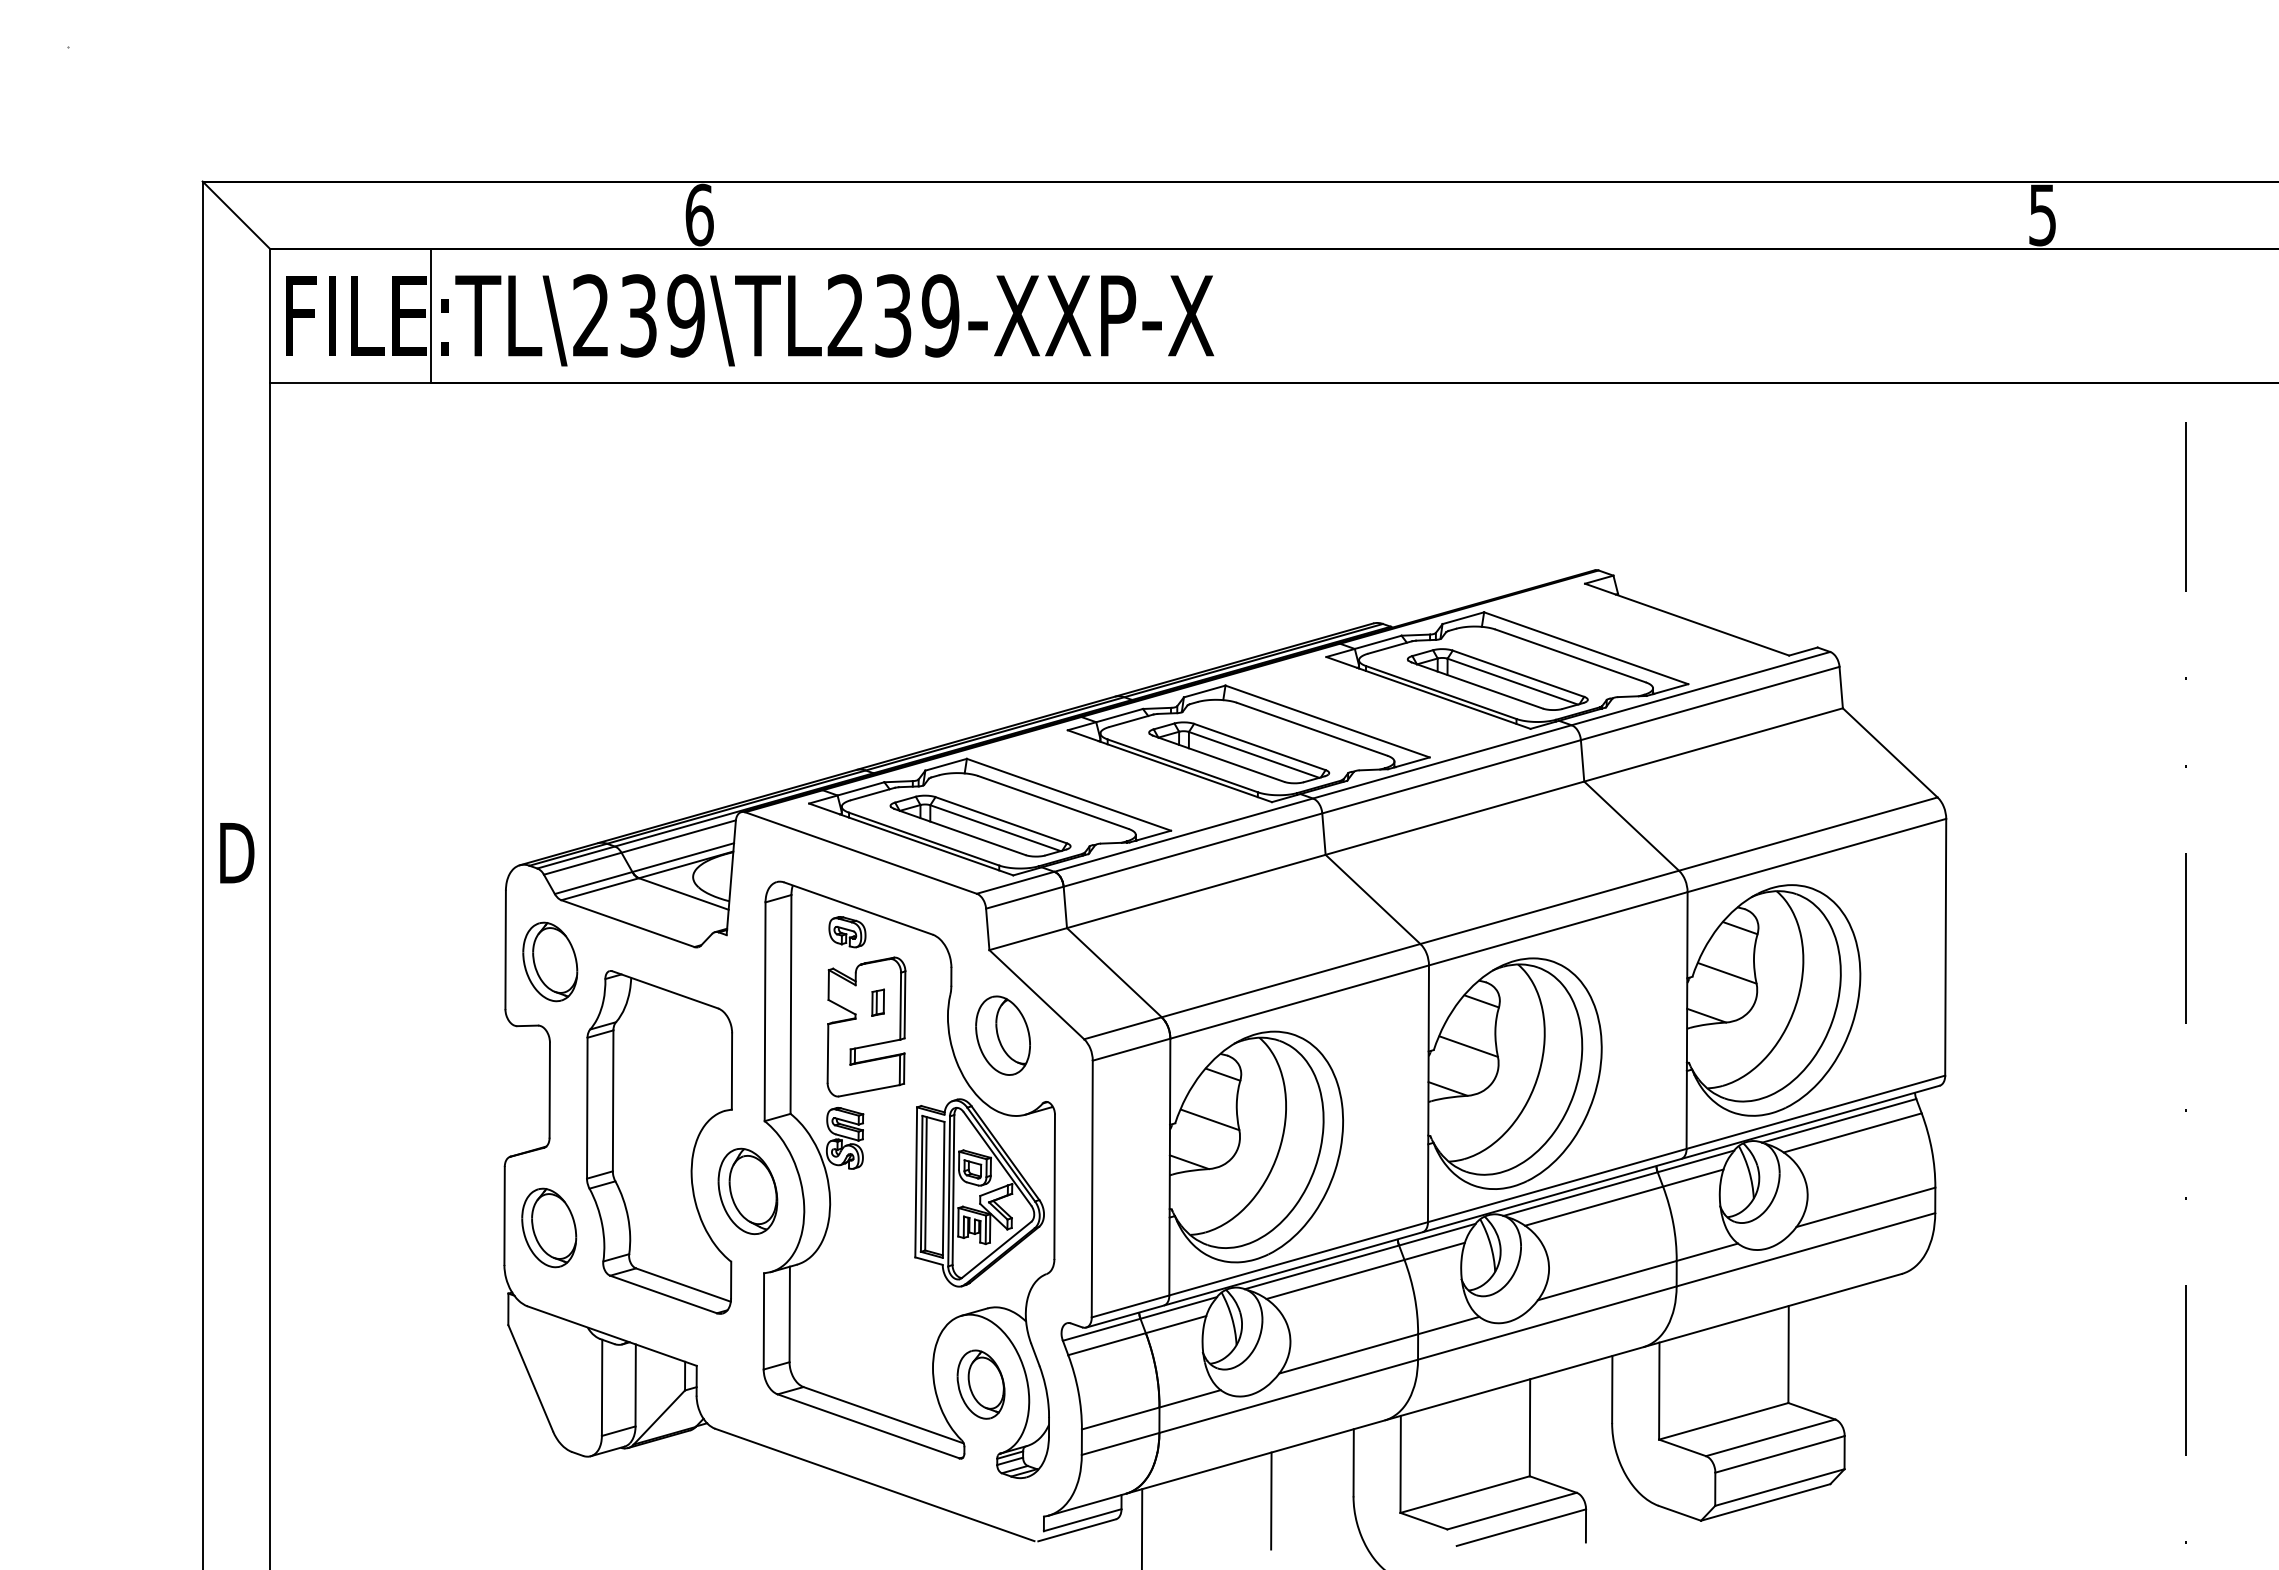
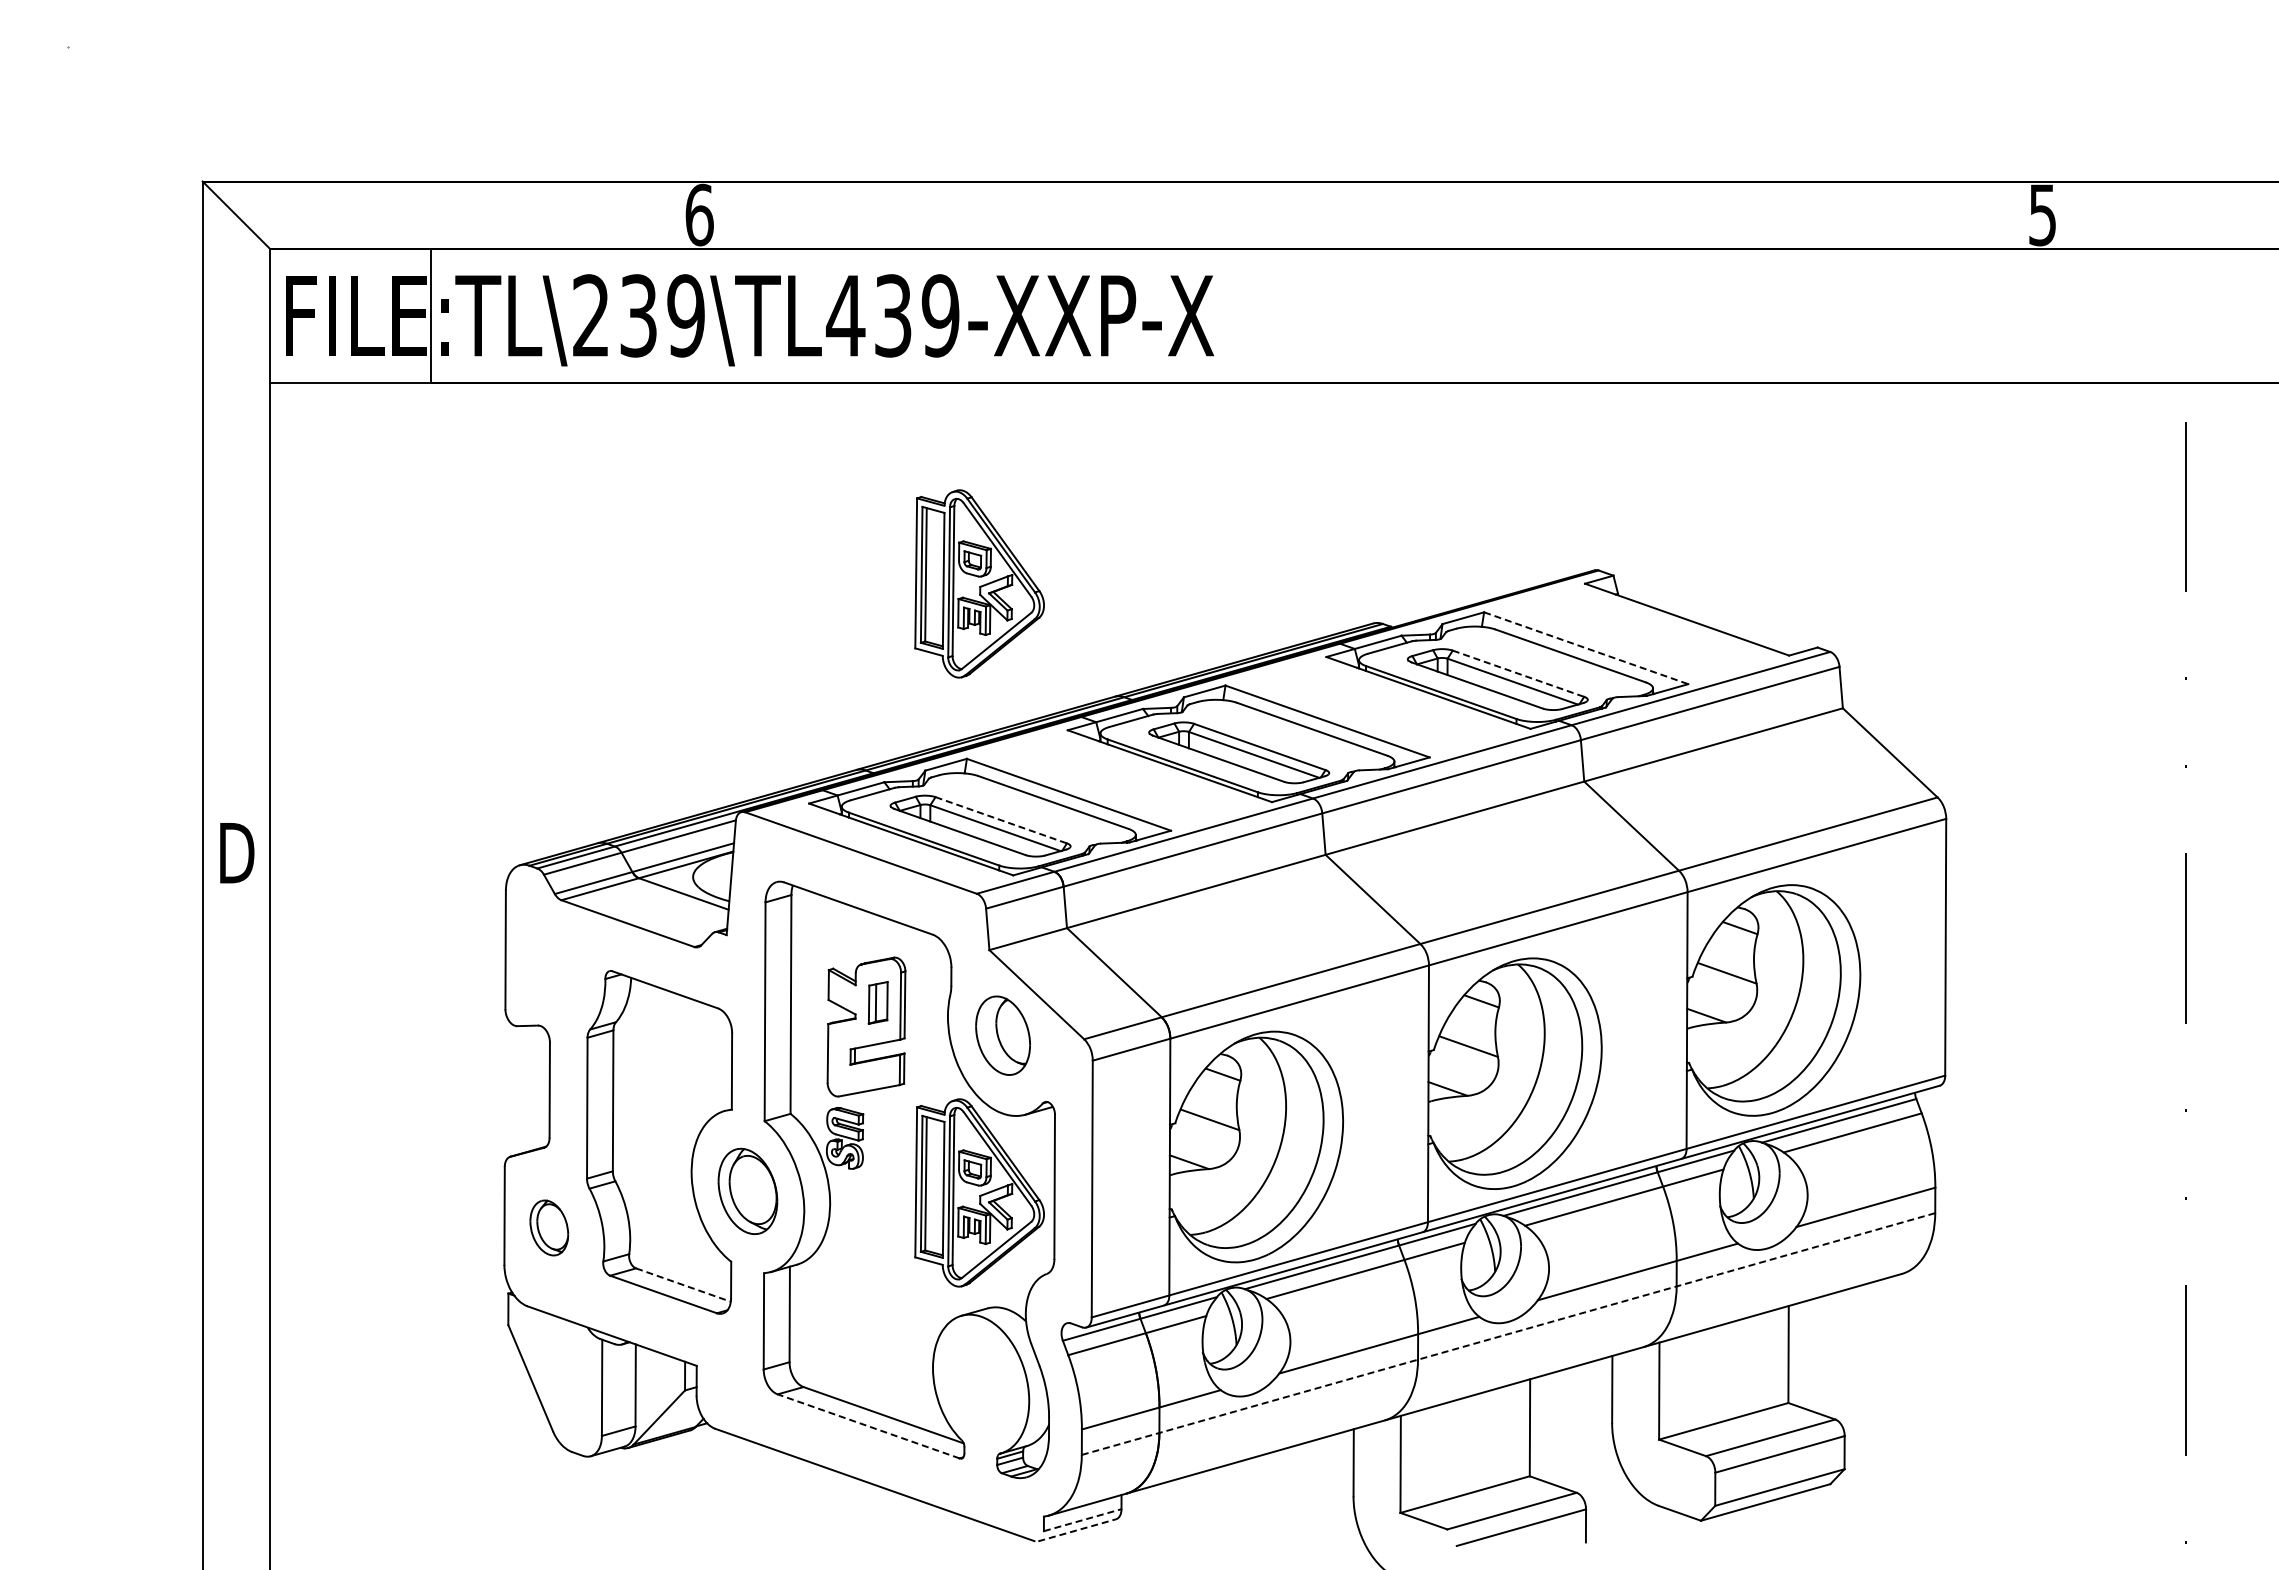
text at (845, 315): TL\239\TL239-XXP-X -> TL\239\TL439-XXP-X
part at (979, 583): none -> present
line at (1586, 648): solid -> dashed
line at (1518, 673): solid -> dashed
line at (1001, 820): solid -> dashed
part at (847, 932): present -> none
part at (550, 961): present -> none
part at (877, 1002) size: 14x29 px -> 22x44 px
part at (549, 1227) size: 57x82 px -> 41x58 px
line at (683, 1285): solid -> dashed
line at (1508, 1334): solid -> dashed
part at (980, 1384): present -> none
line at (868, 1426): solid -> dashed
line at (1271, 1500): present -> none
line at (1083, 1520): solid -> dashed
line at (1141, 1527): present -> none
line at (1077, 1530): solid -> dashed
